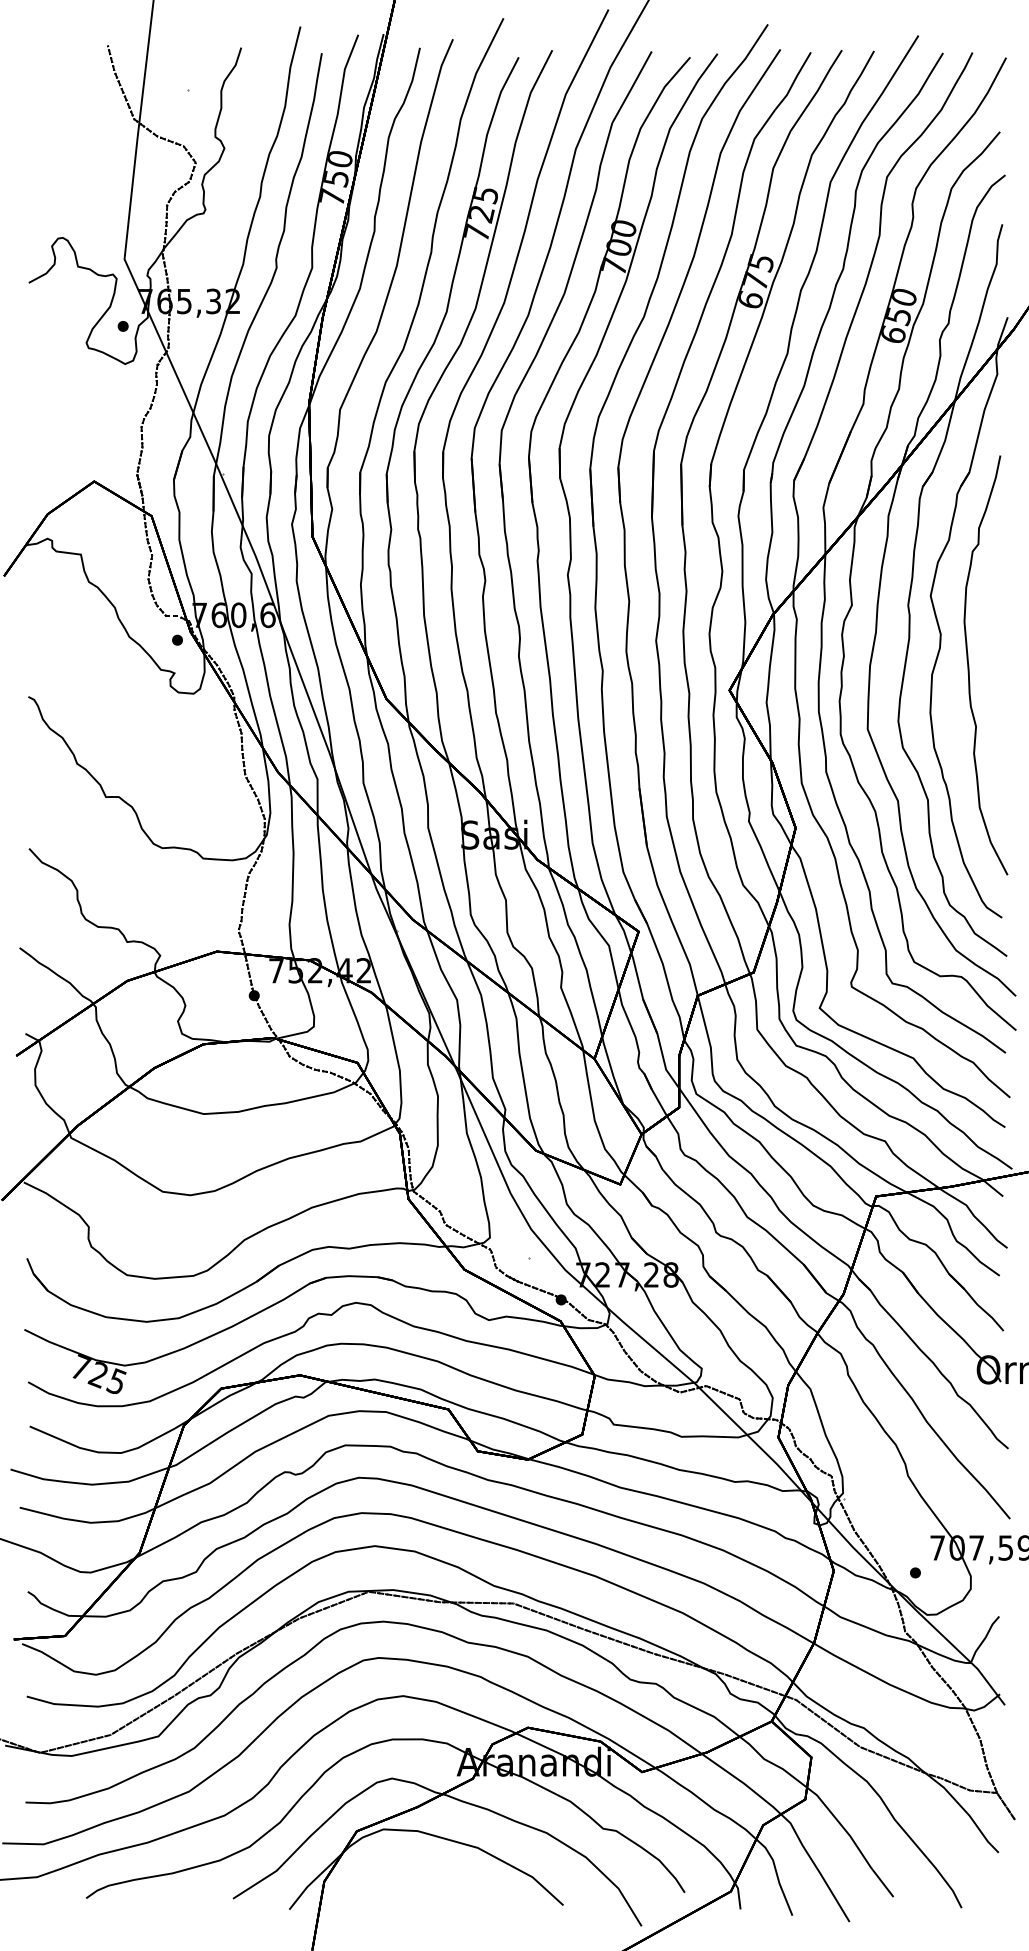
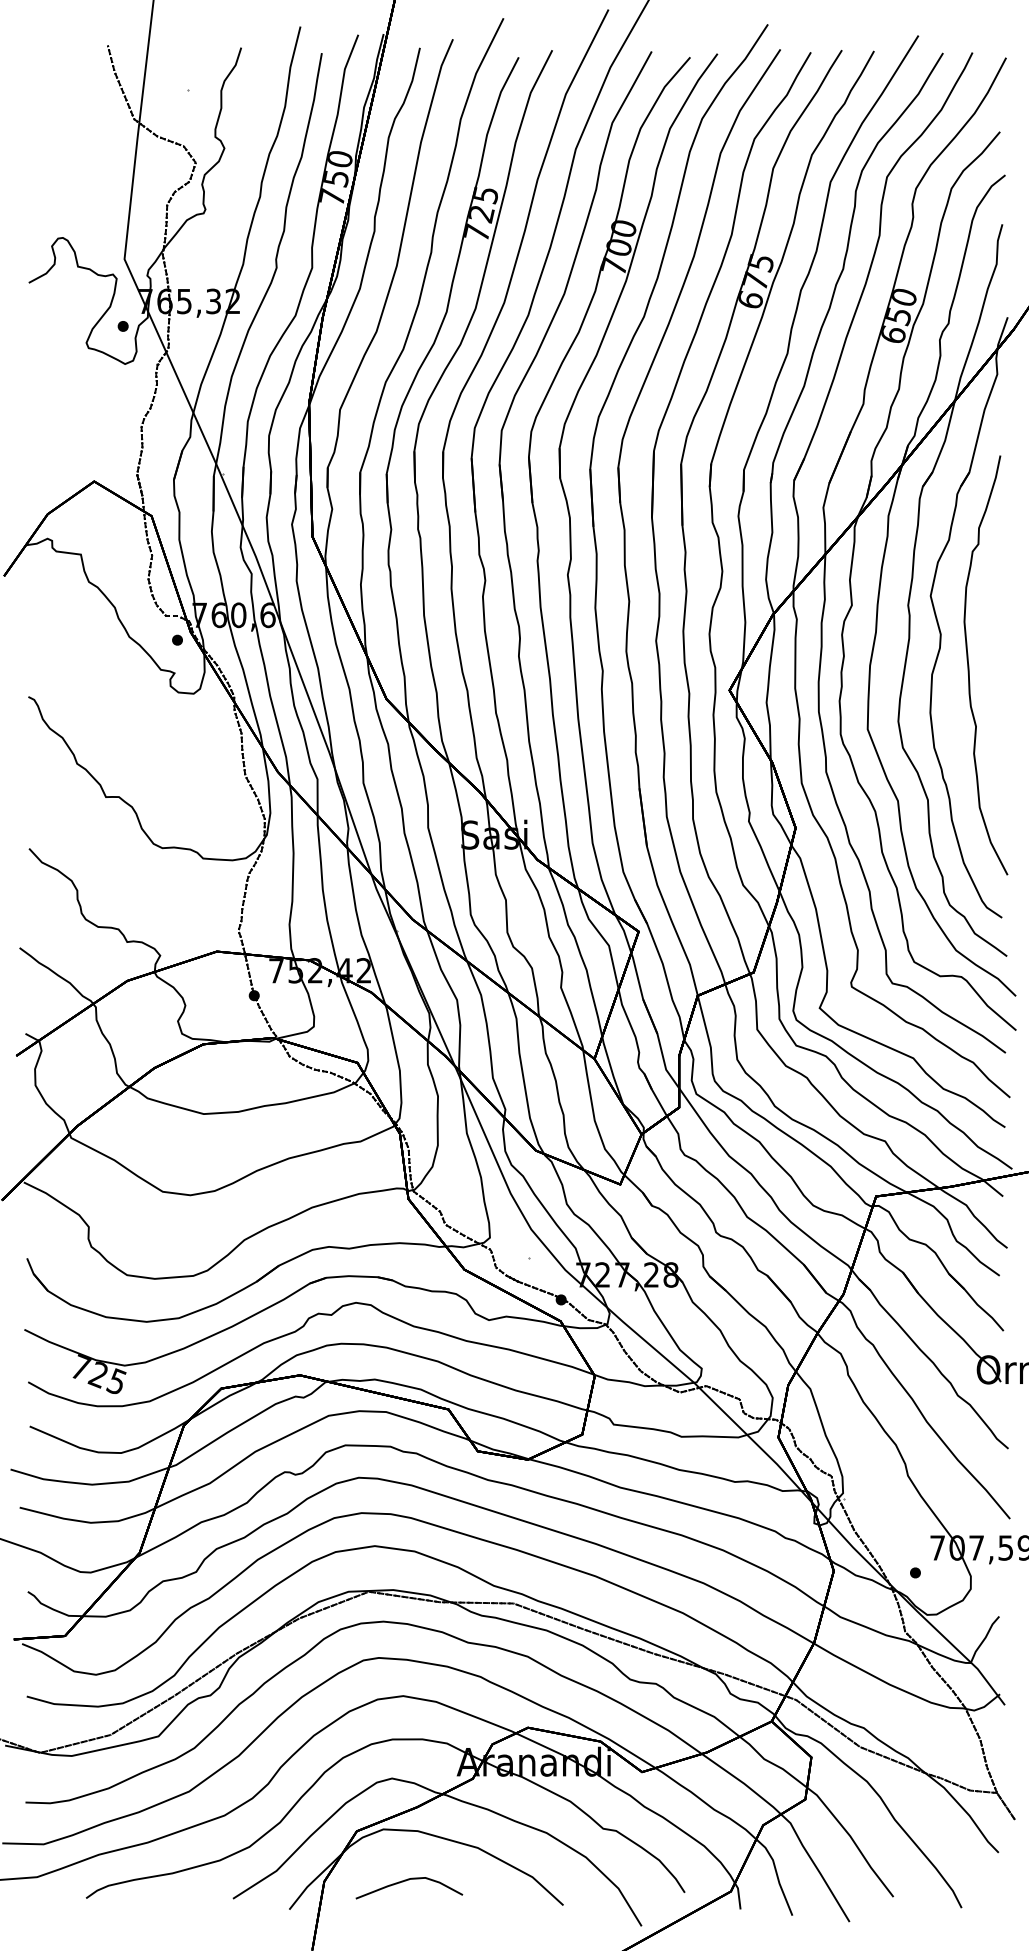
curve at (406, 1881): none -> present
